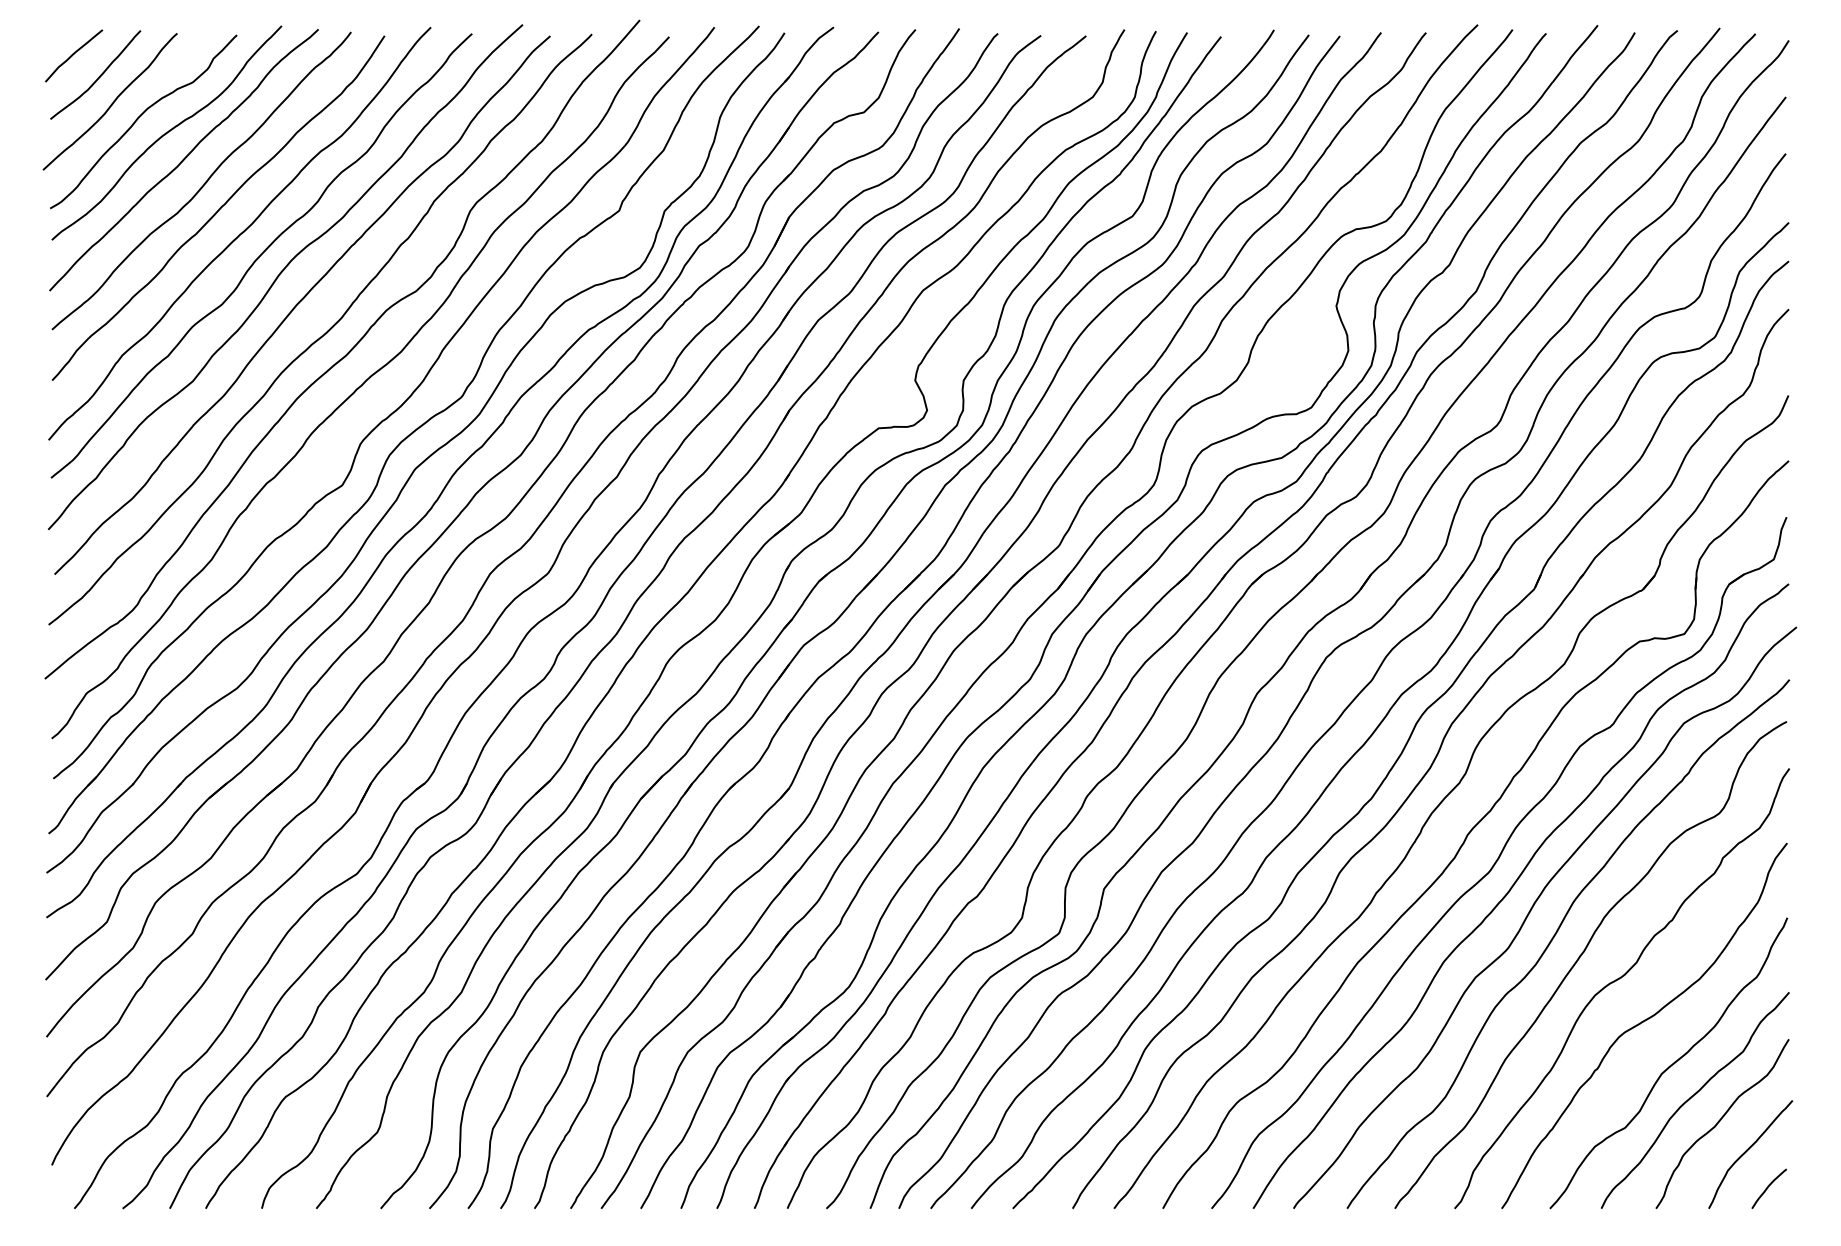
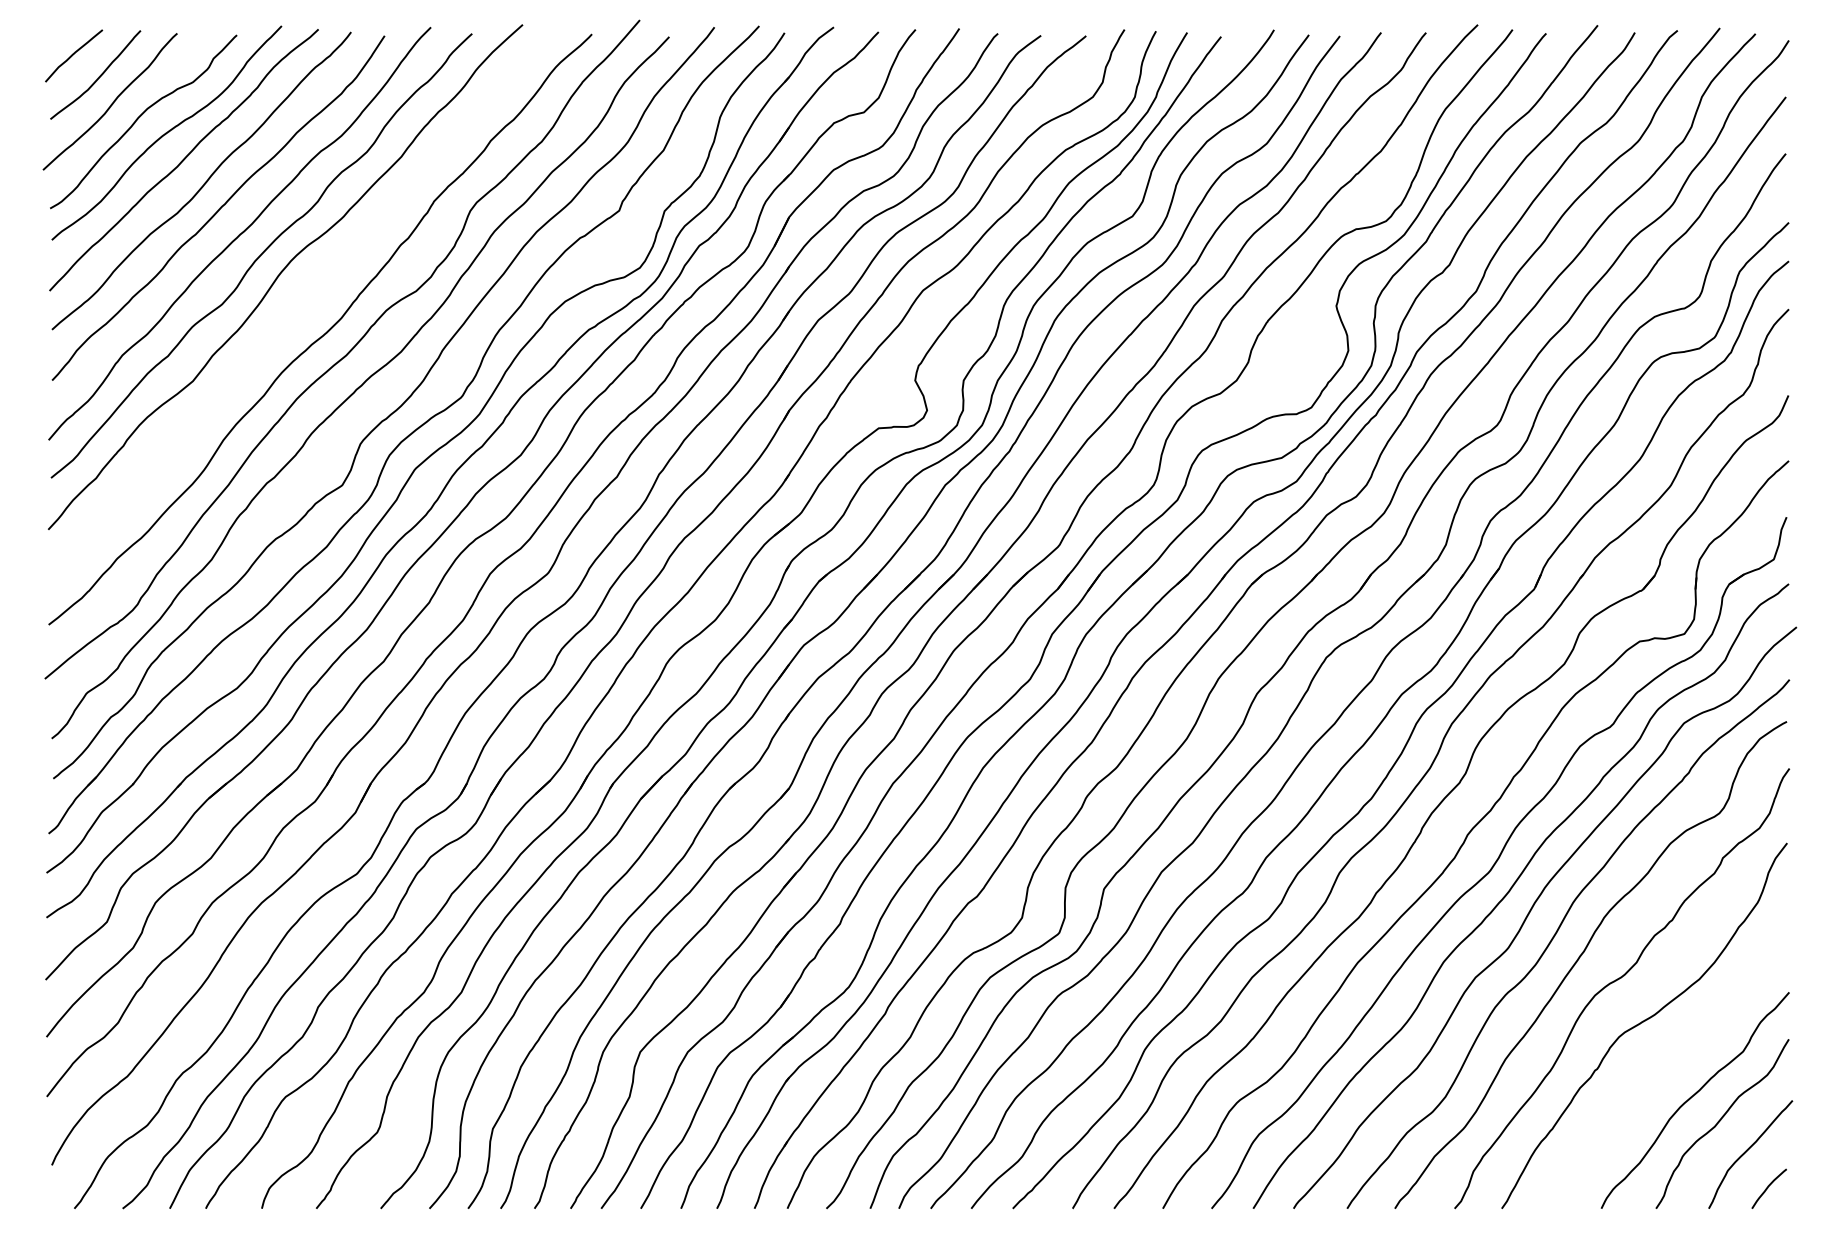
curve at (300, 302): present -> none
curve at (1669, 1065): present -> none
